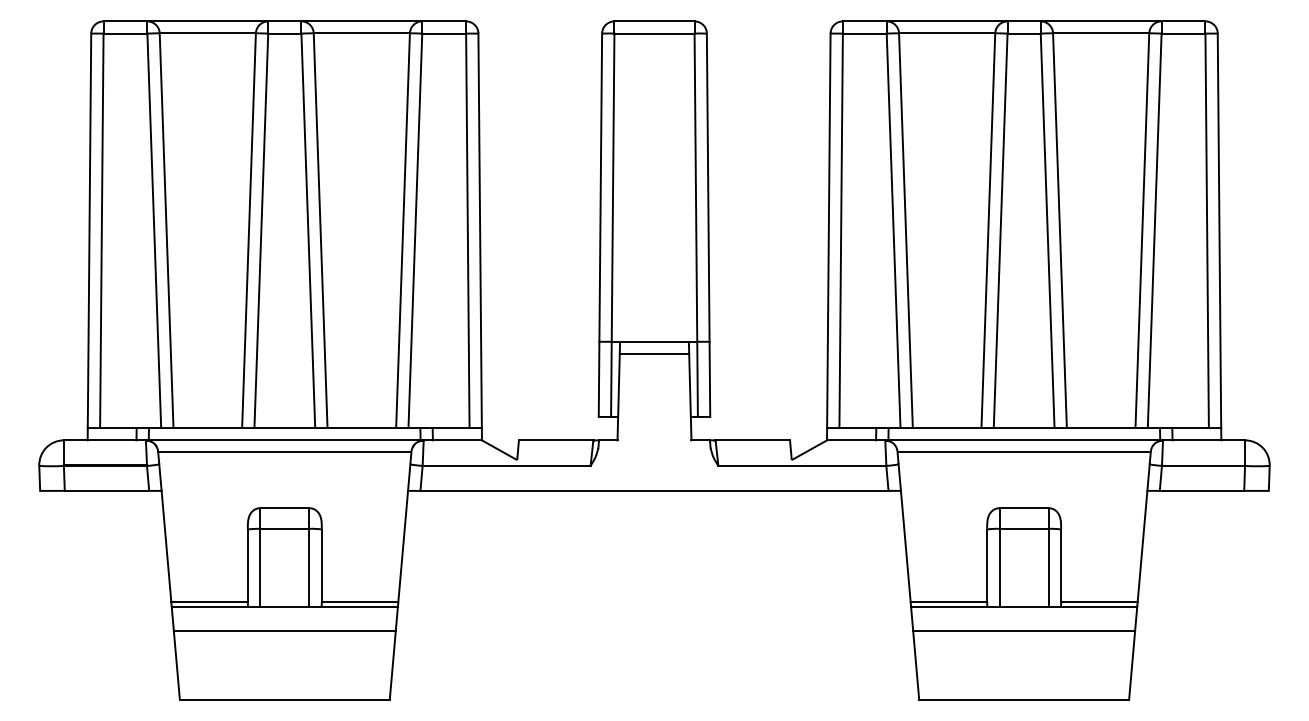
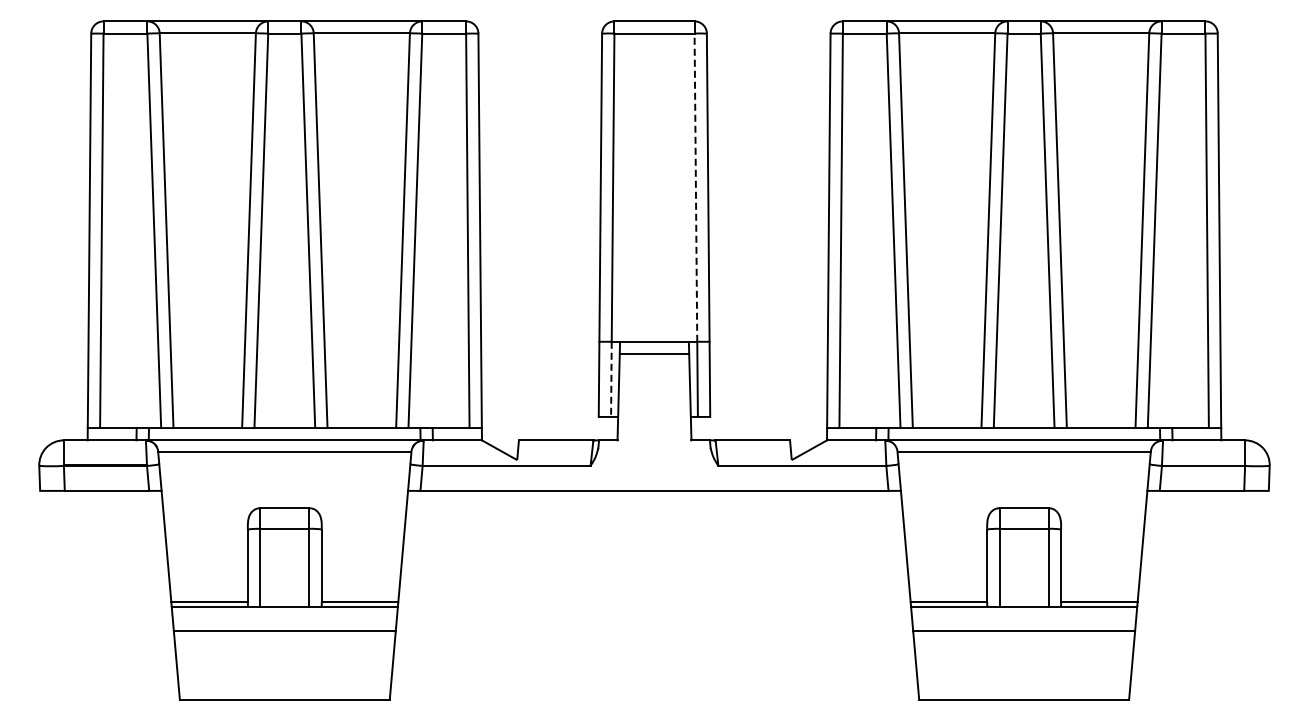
line at (695, 187): solid -> dashed
line at (611, 379): solid -> dashed
